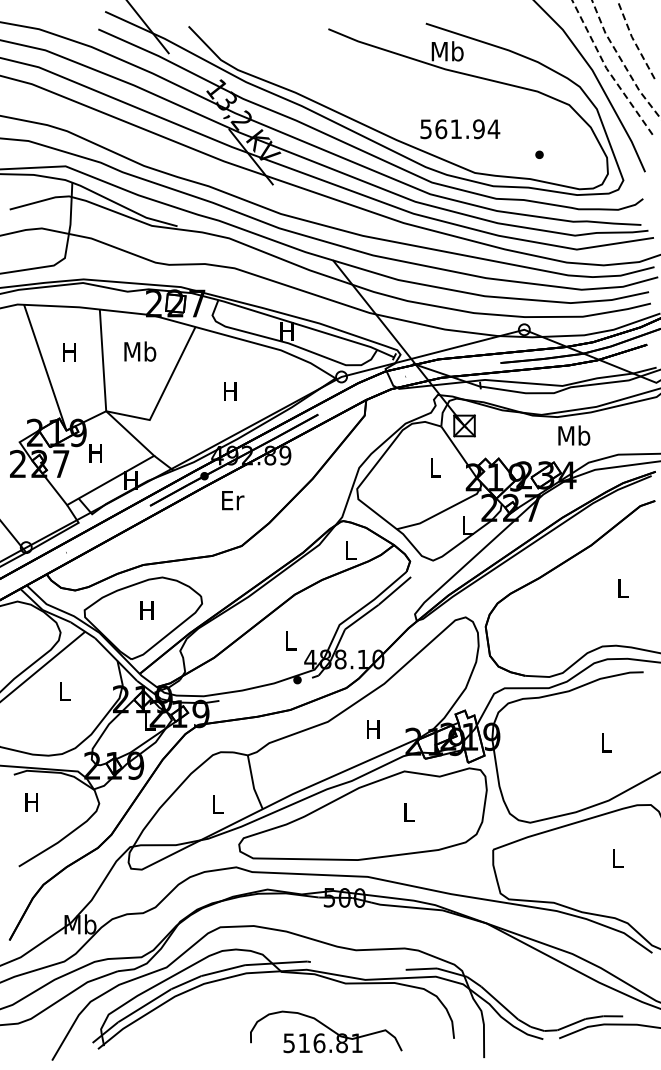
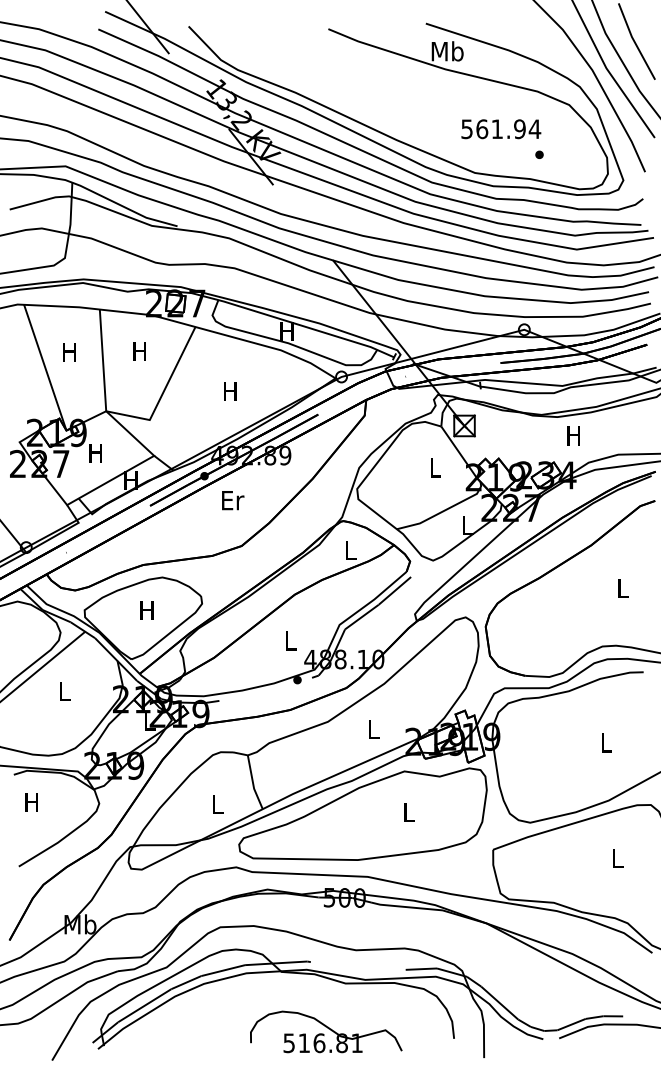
line at (634, 42): dashed -> solid
line at (622, 62): dashed -> solid
line at (608, 71): dashed -> solid
text at (460, 129) position: (460, 129) -> (501, 129)
text at (140, 351): Mb -> H
text at (574, 435): Mb -> H
text at (373, 729): H -> L
